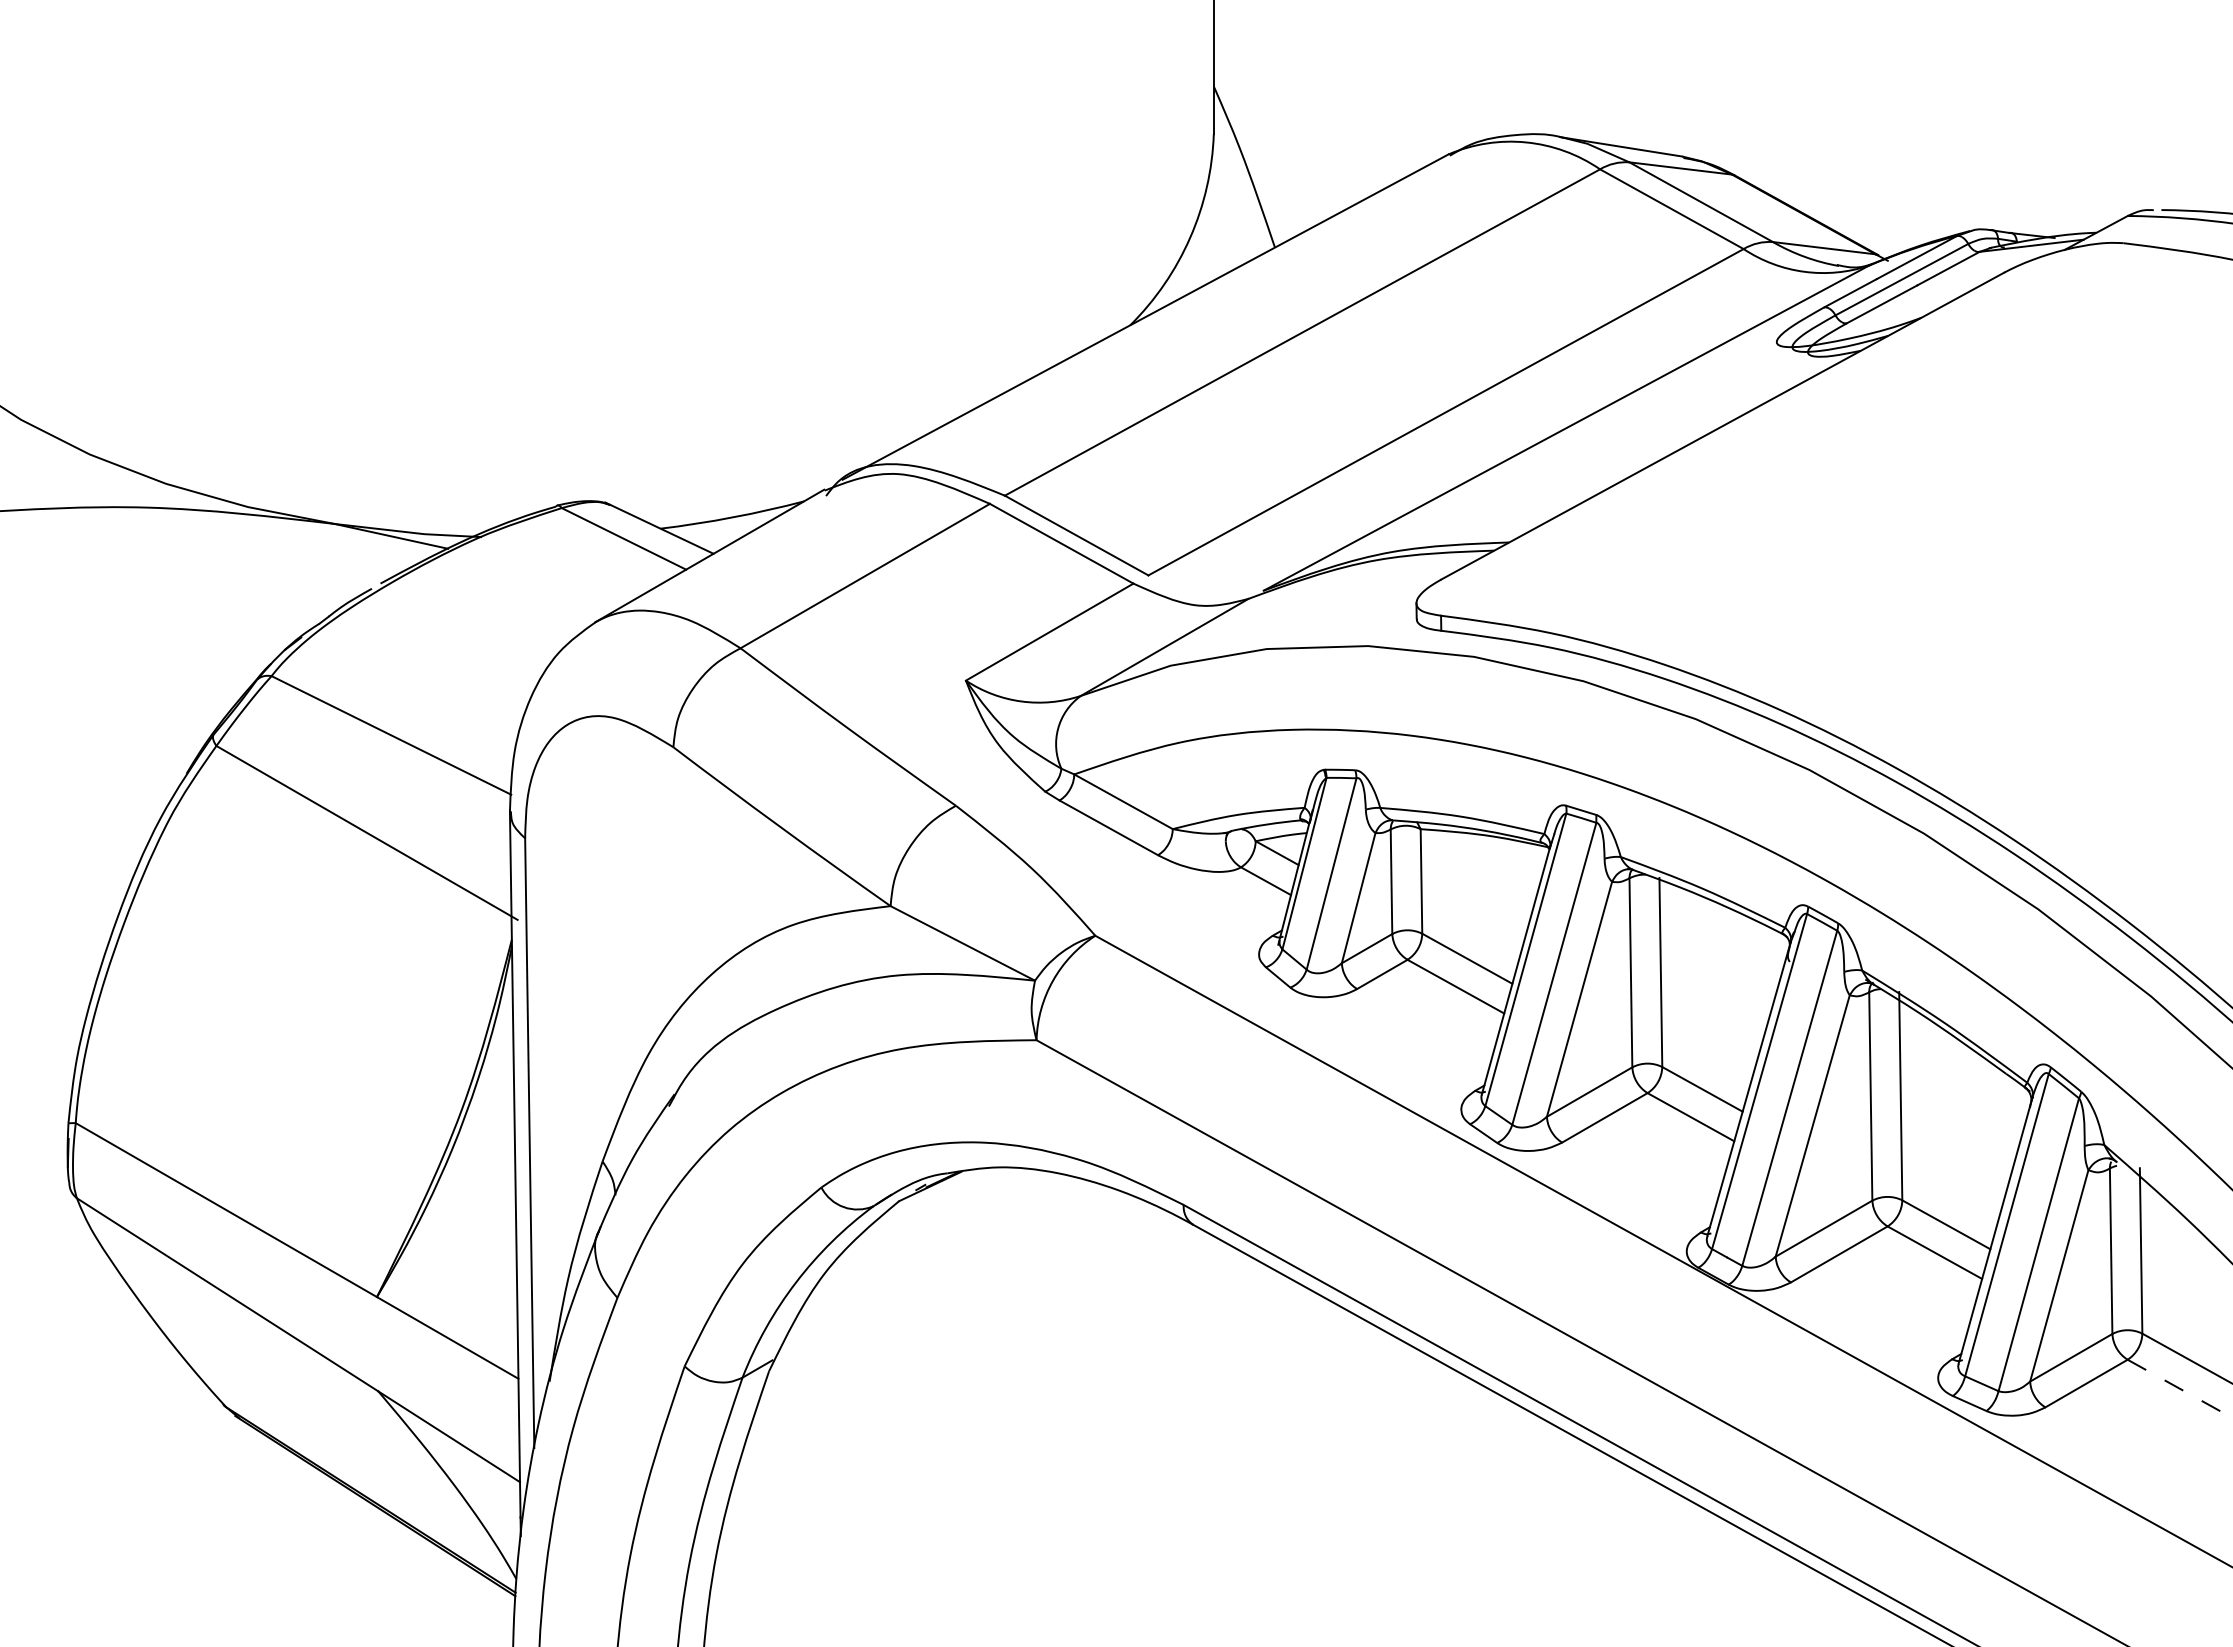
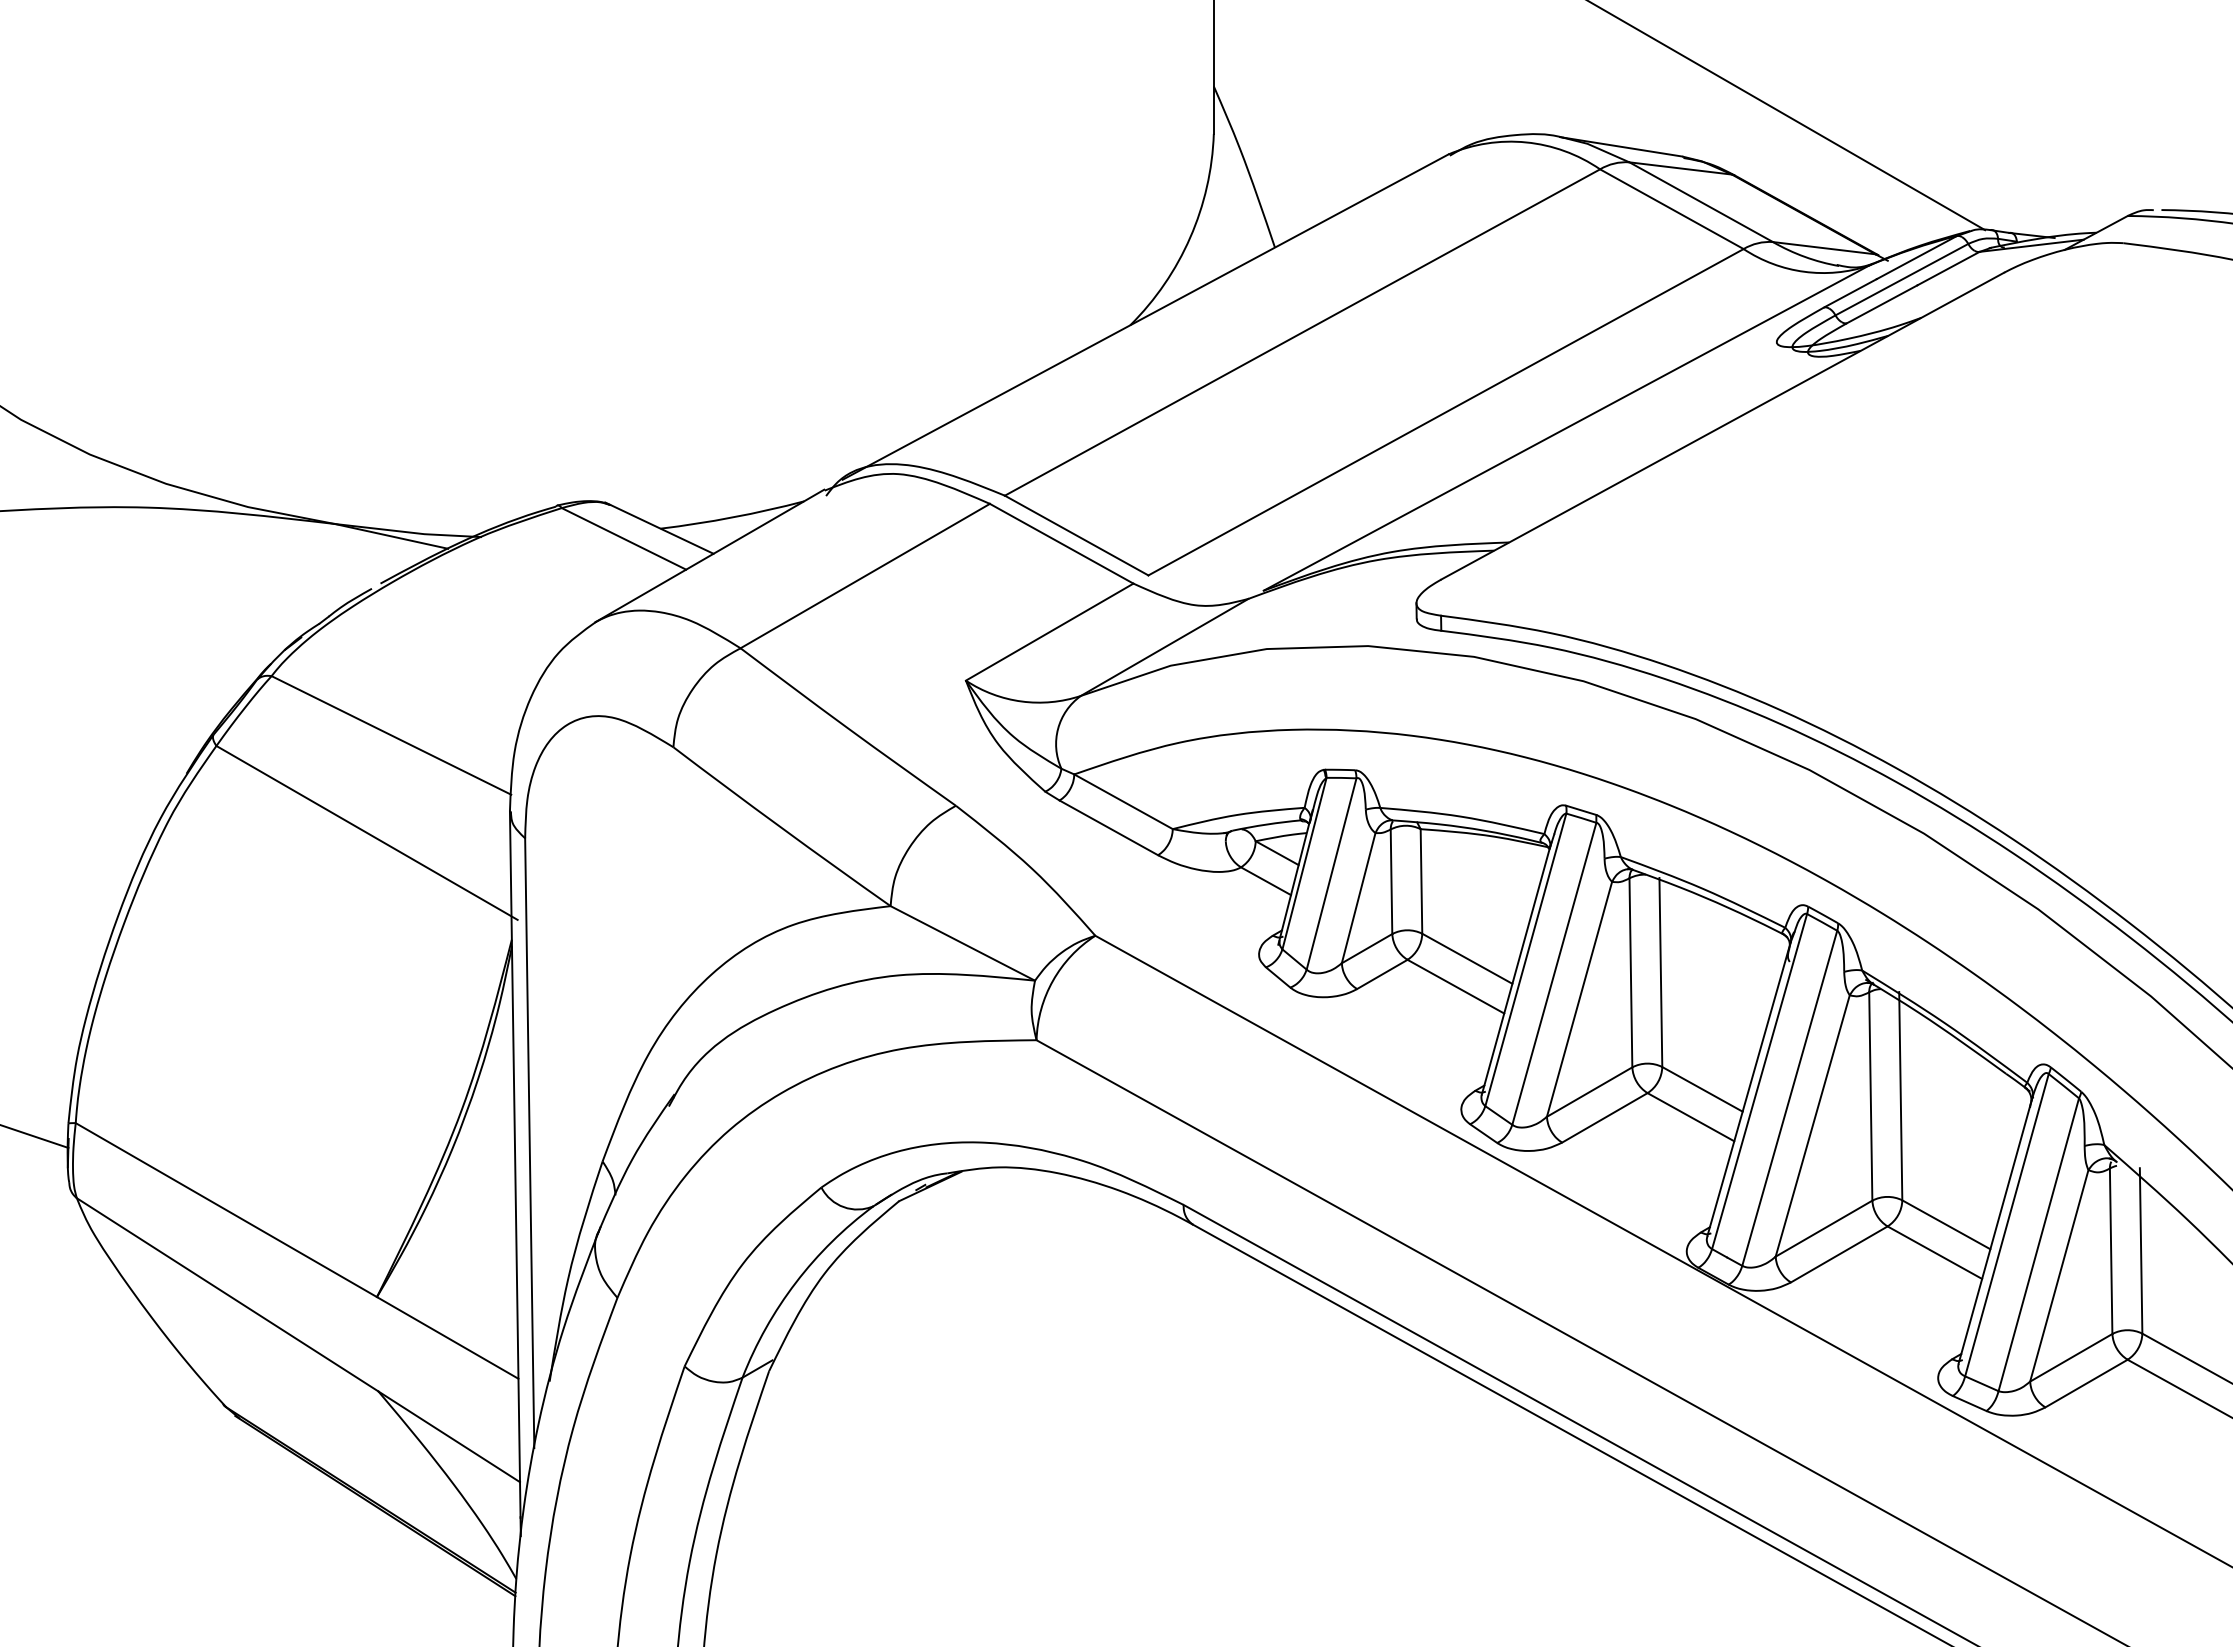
line at (1787, 116): none -> present
line at (35, 1136): none -> present
line at (2179, 1388): dashed -> solid
